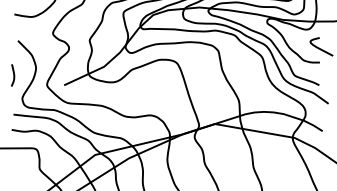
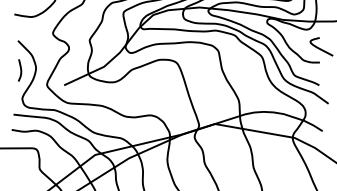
curve at (13, 75) position: (13, 75) -> (20, 70)
